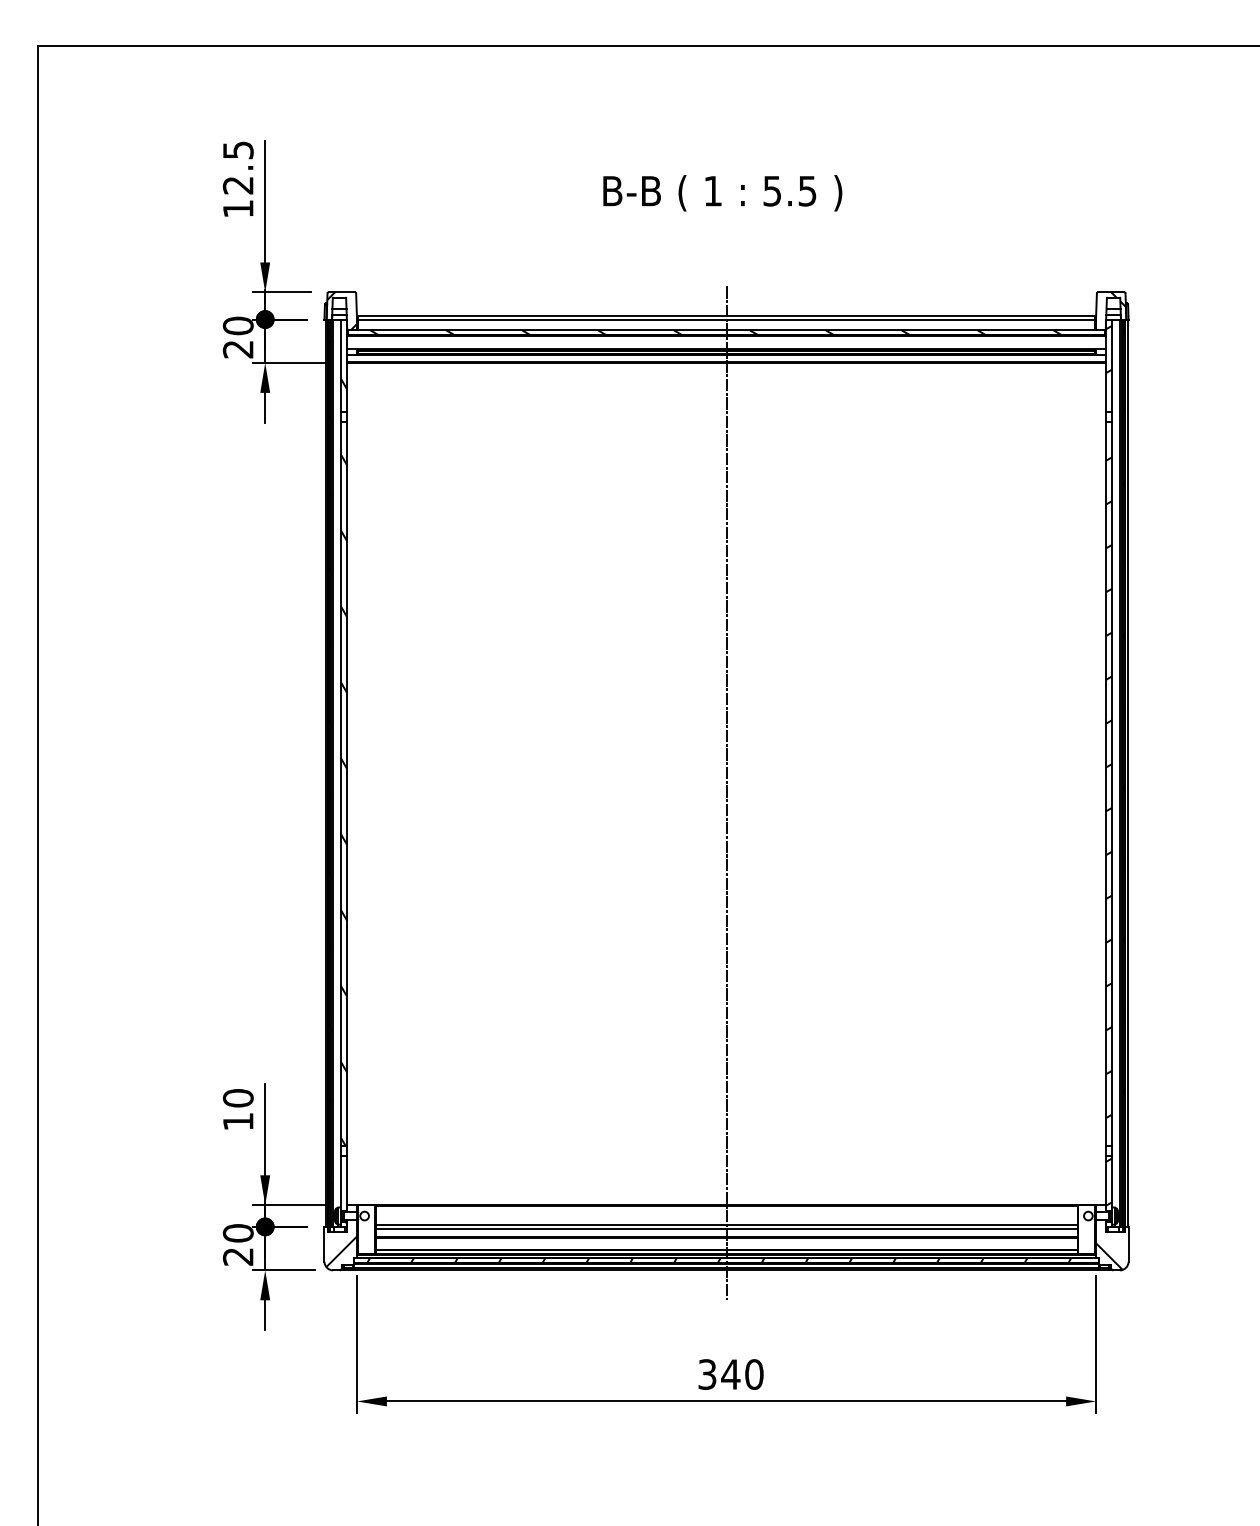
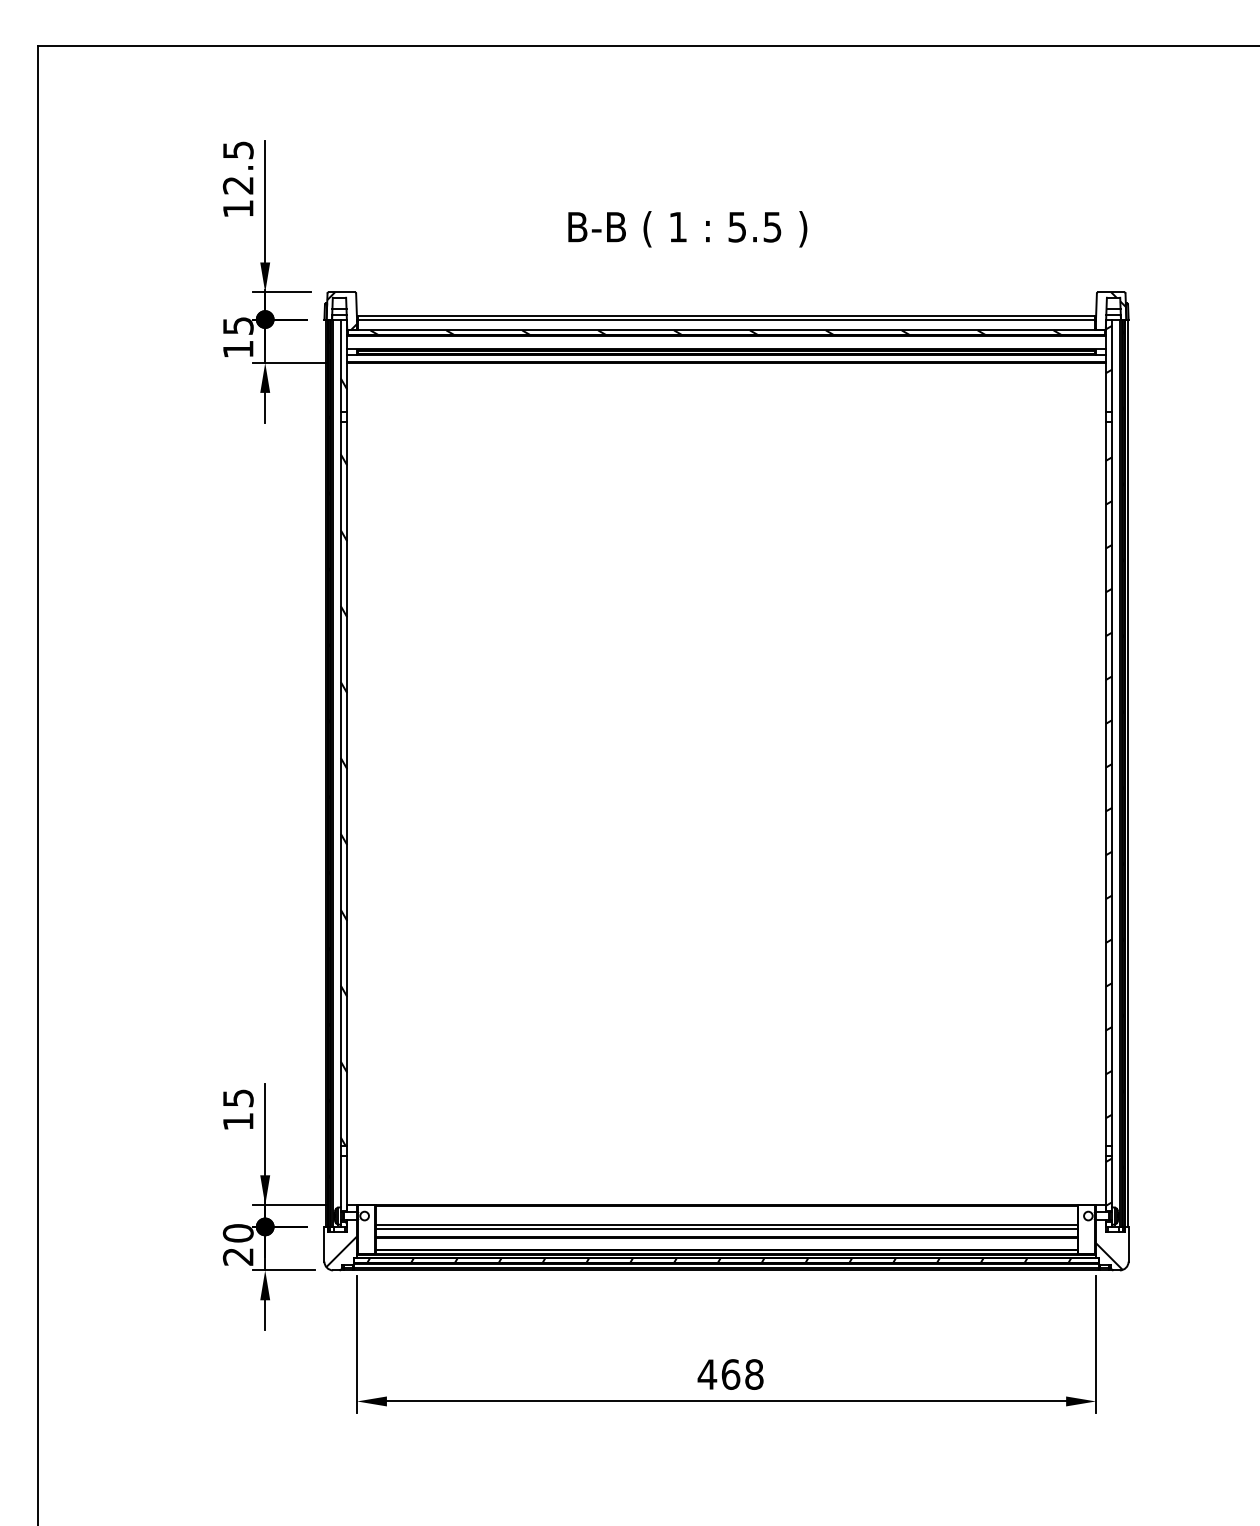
text at (722, 193) position: (722, 193) -> (687, 229)
text at (237, 337): 20 -> 15
line at (726, 793): present -> none
text at (237, 1098): 10 -> 15
text at (730, 1374): 340 -> 468
